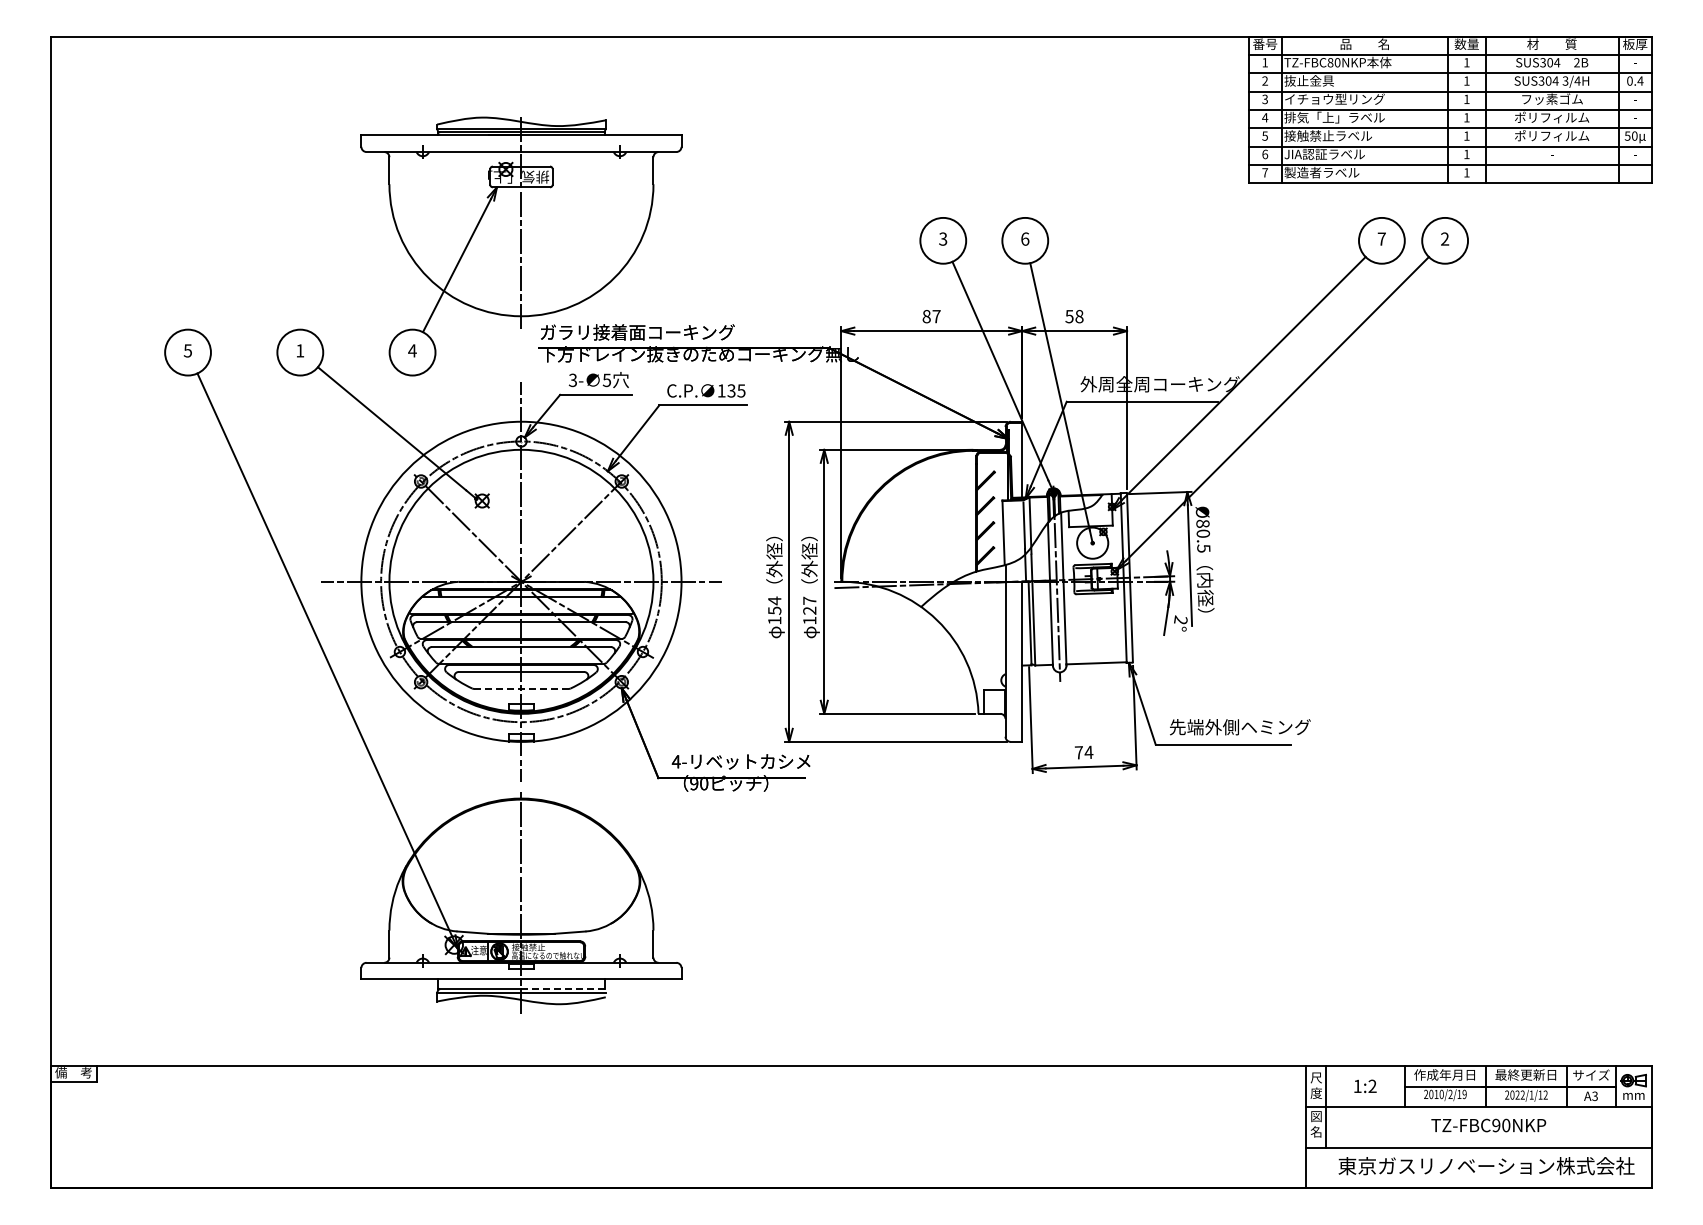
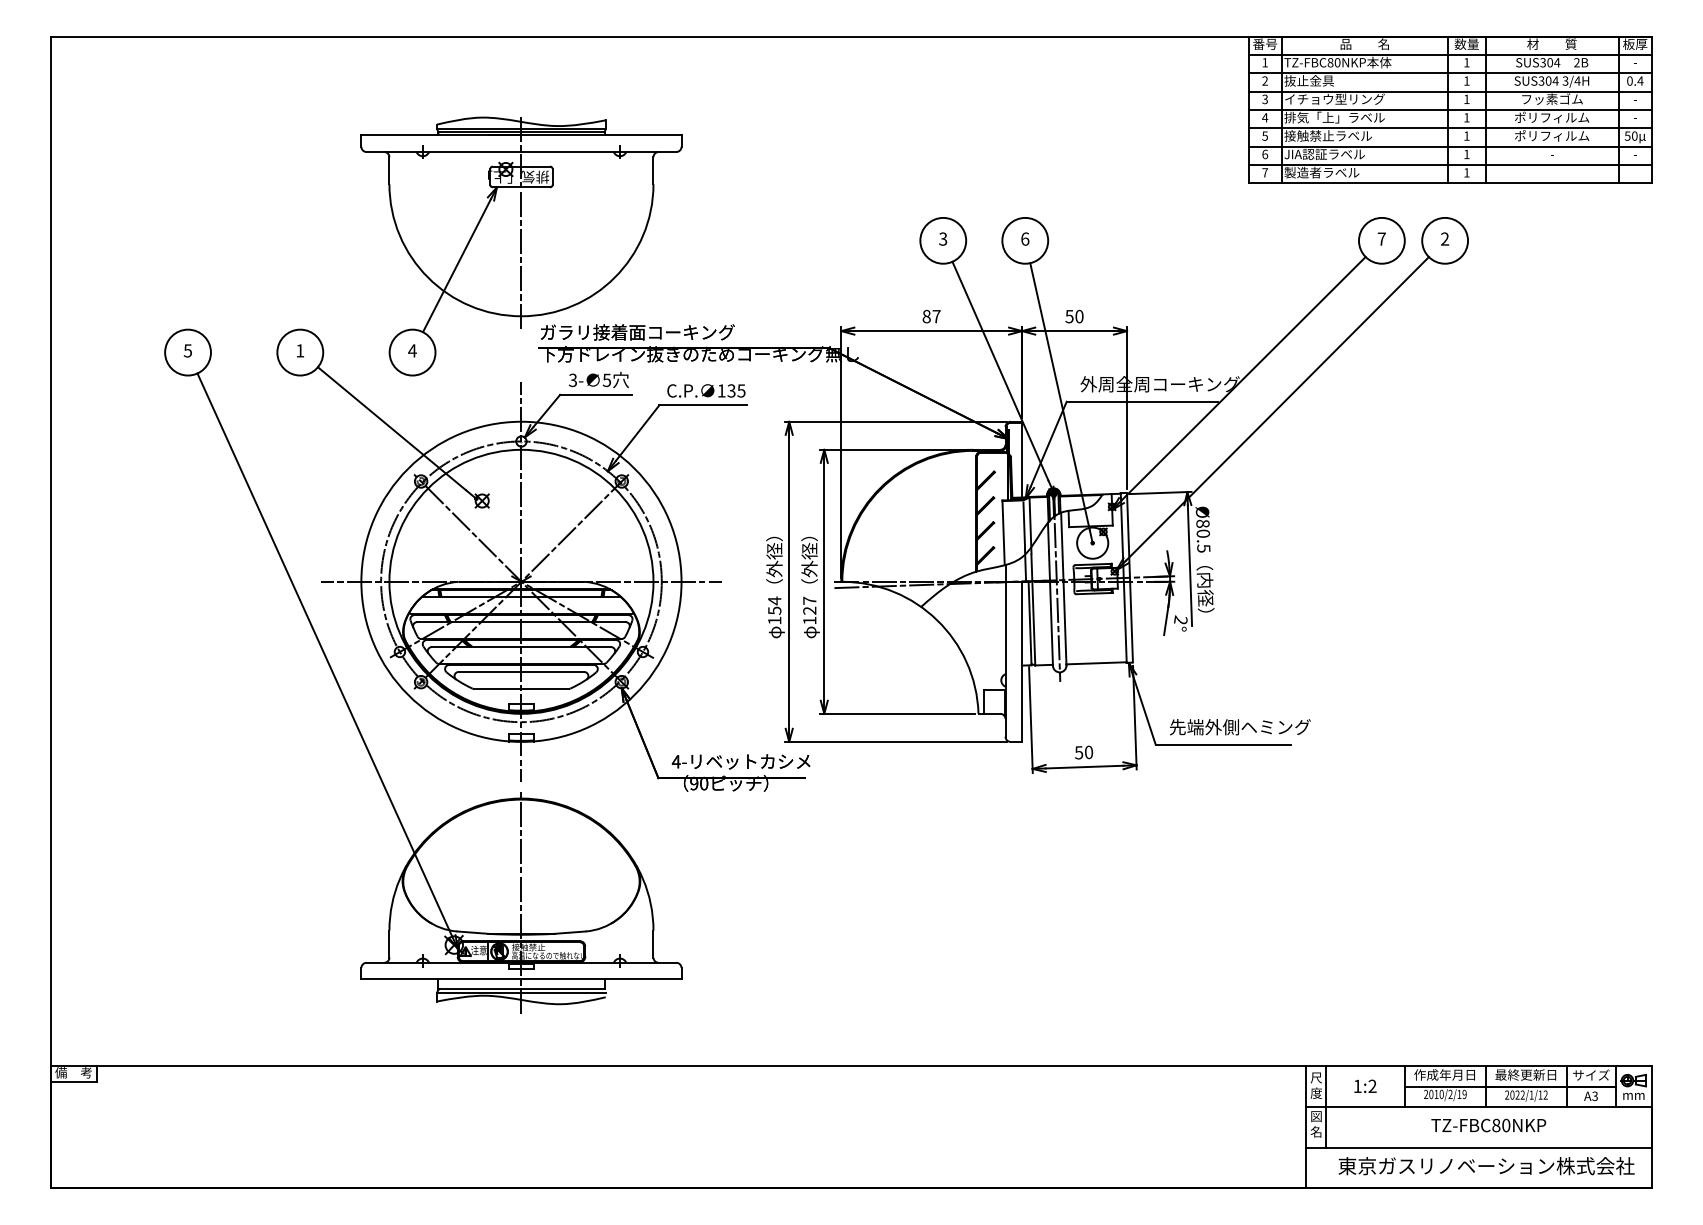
text at (1079, 316): 58 -> 50
line at (520, 688): dashed -> solid
text at (1083, 752): 74 -> 50
line at (563, 988): dashed -> solid
text at (1496, 1125): TZ-FBC90NKP -> TZ-FBC80NKP
